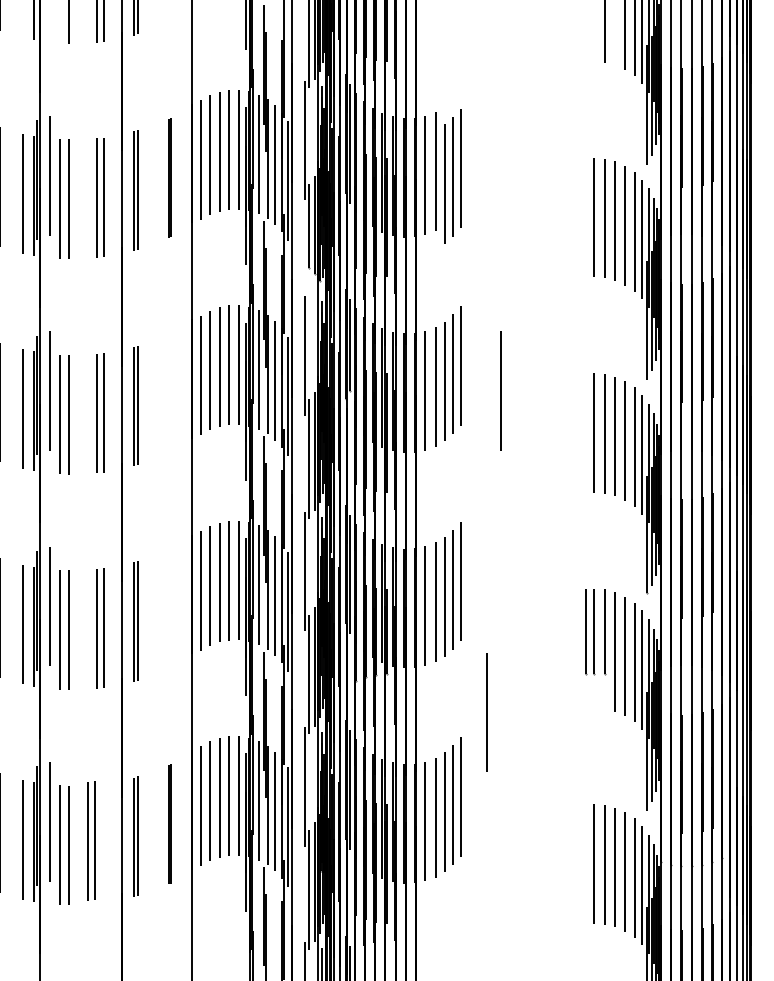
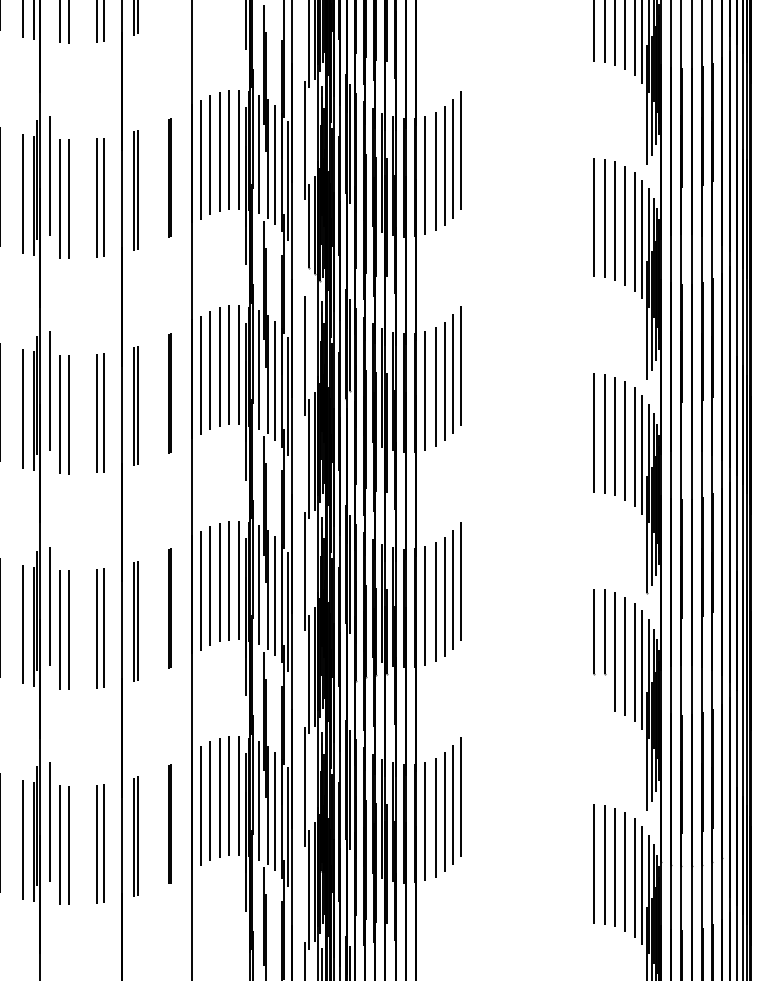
line at (23, 20): none -> present
line at (60, 22): none -> present
line at (593, 32): none -> present
line at (615, 33): none -> present
part at (452, 176) position: (452, 176) -> (452, 158)
line at (500, 390): present -> none
line at (169, 393): none -> present
line at (169, 608): none -> present
line at (586, 632): present -> none
line at (486, 712): present -> none
part at (91, 840) position: (91, 840) -> (100, 843)
